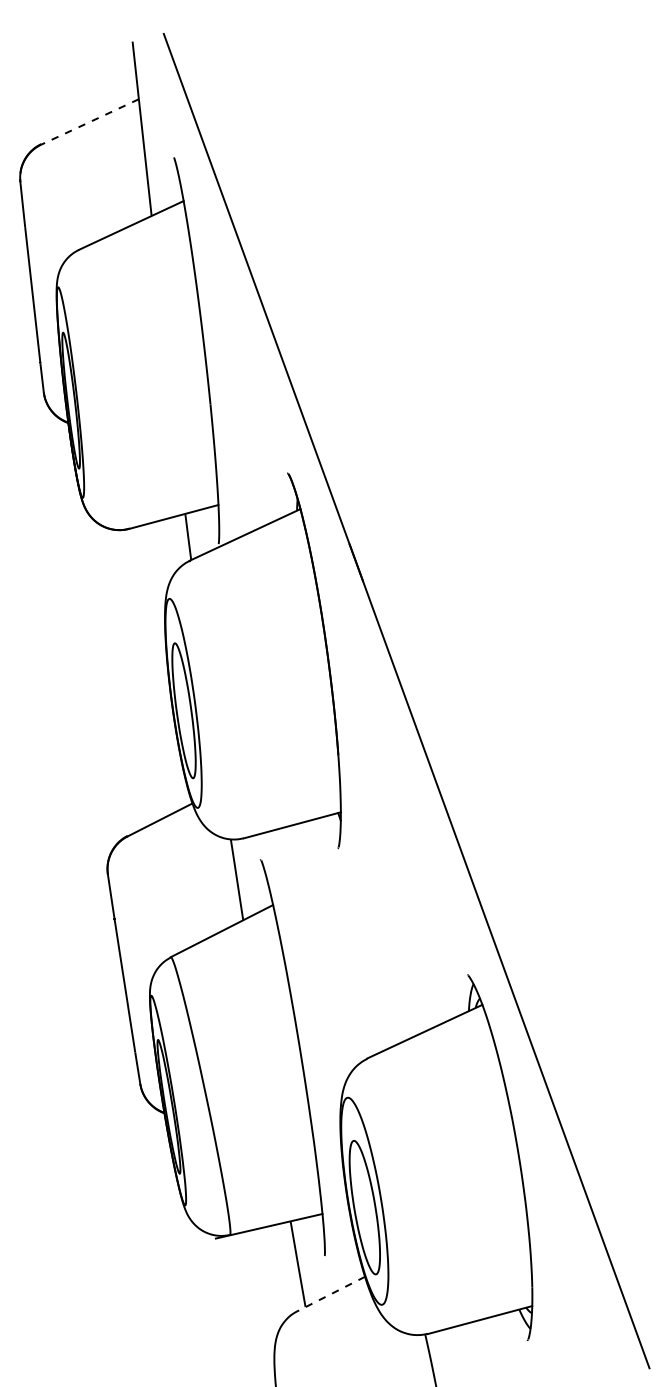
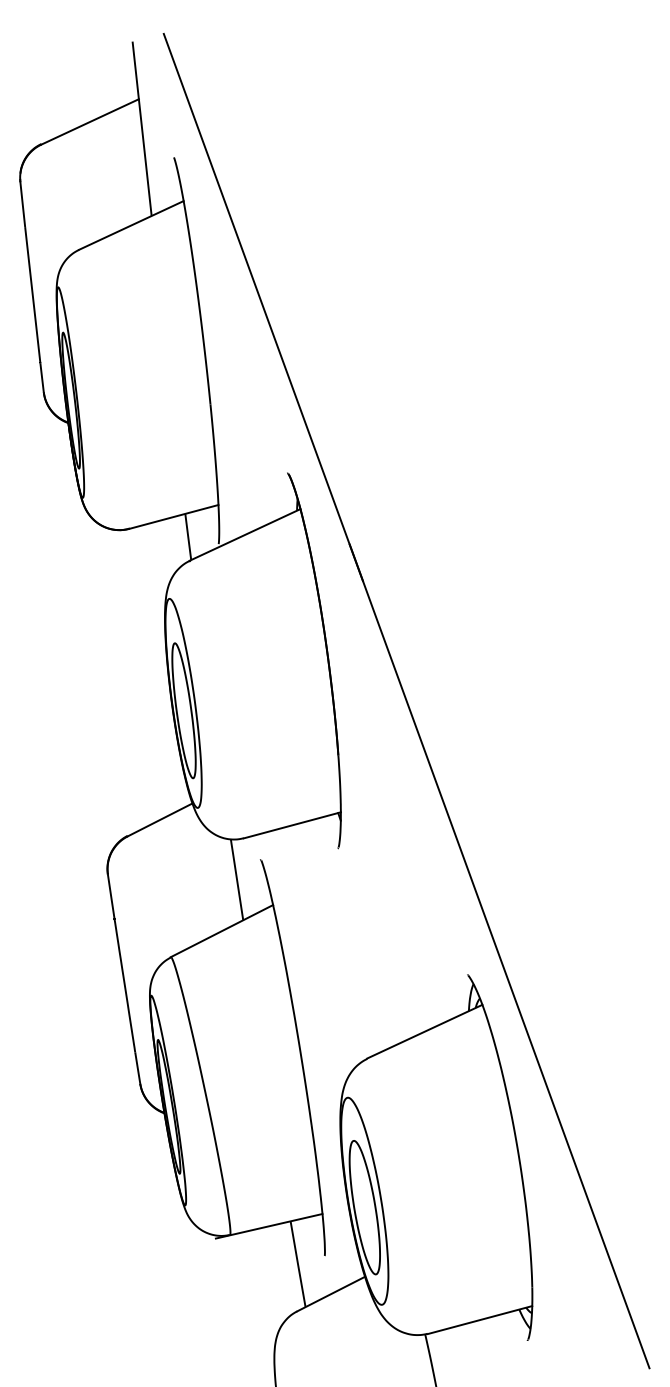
line at (90, 121): dashed -> solid
line at (330, 1294): dashed -> solid
